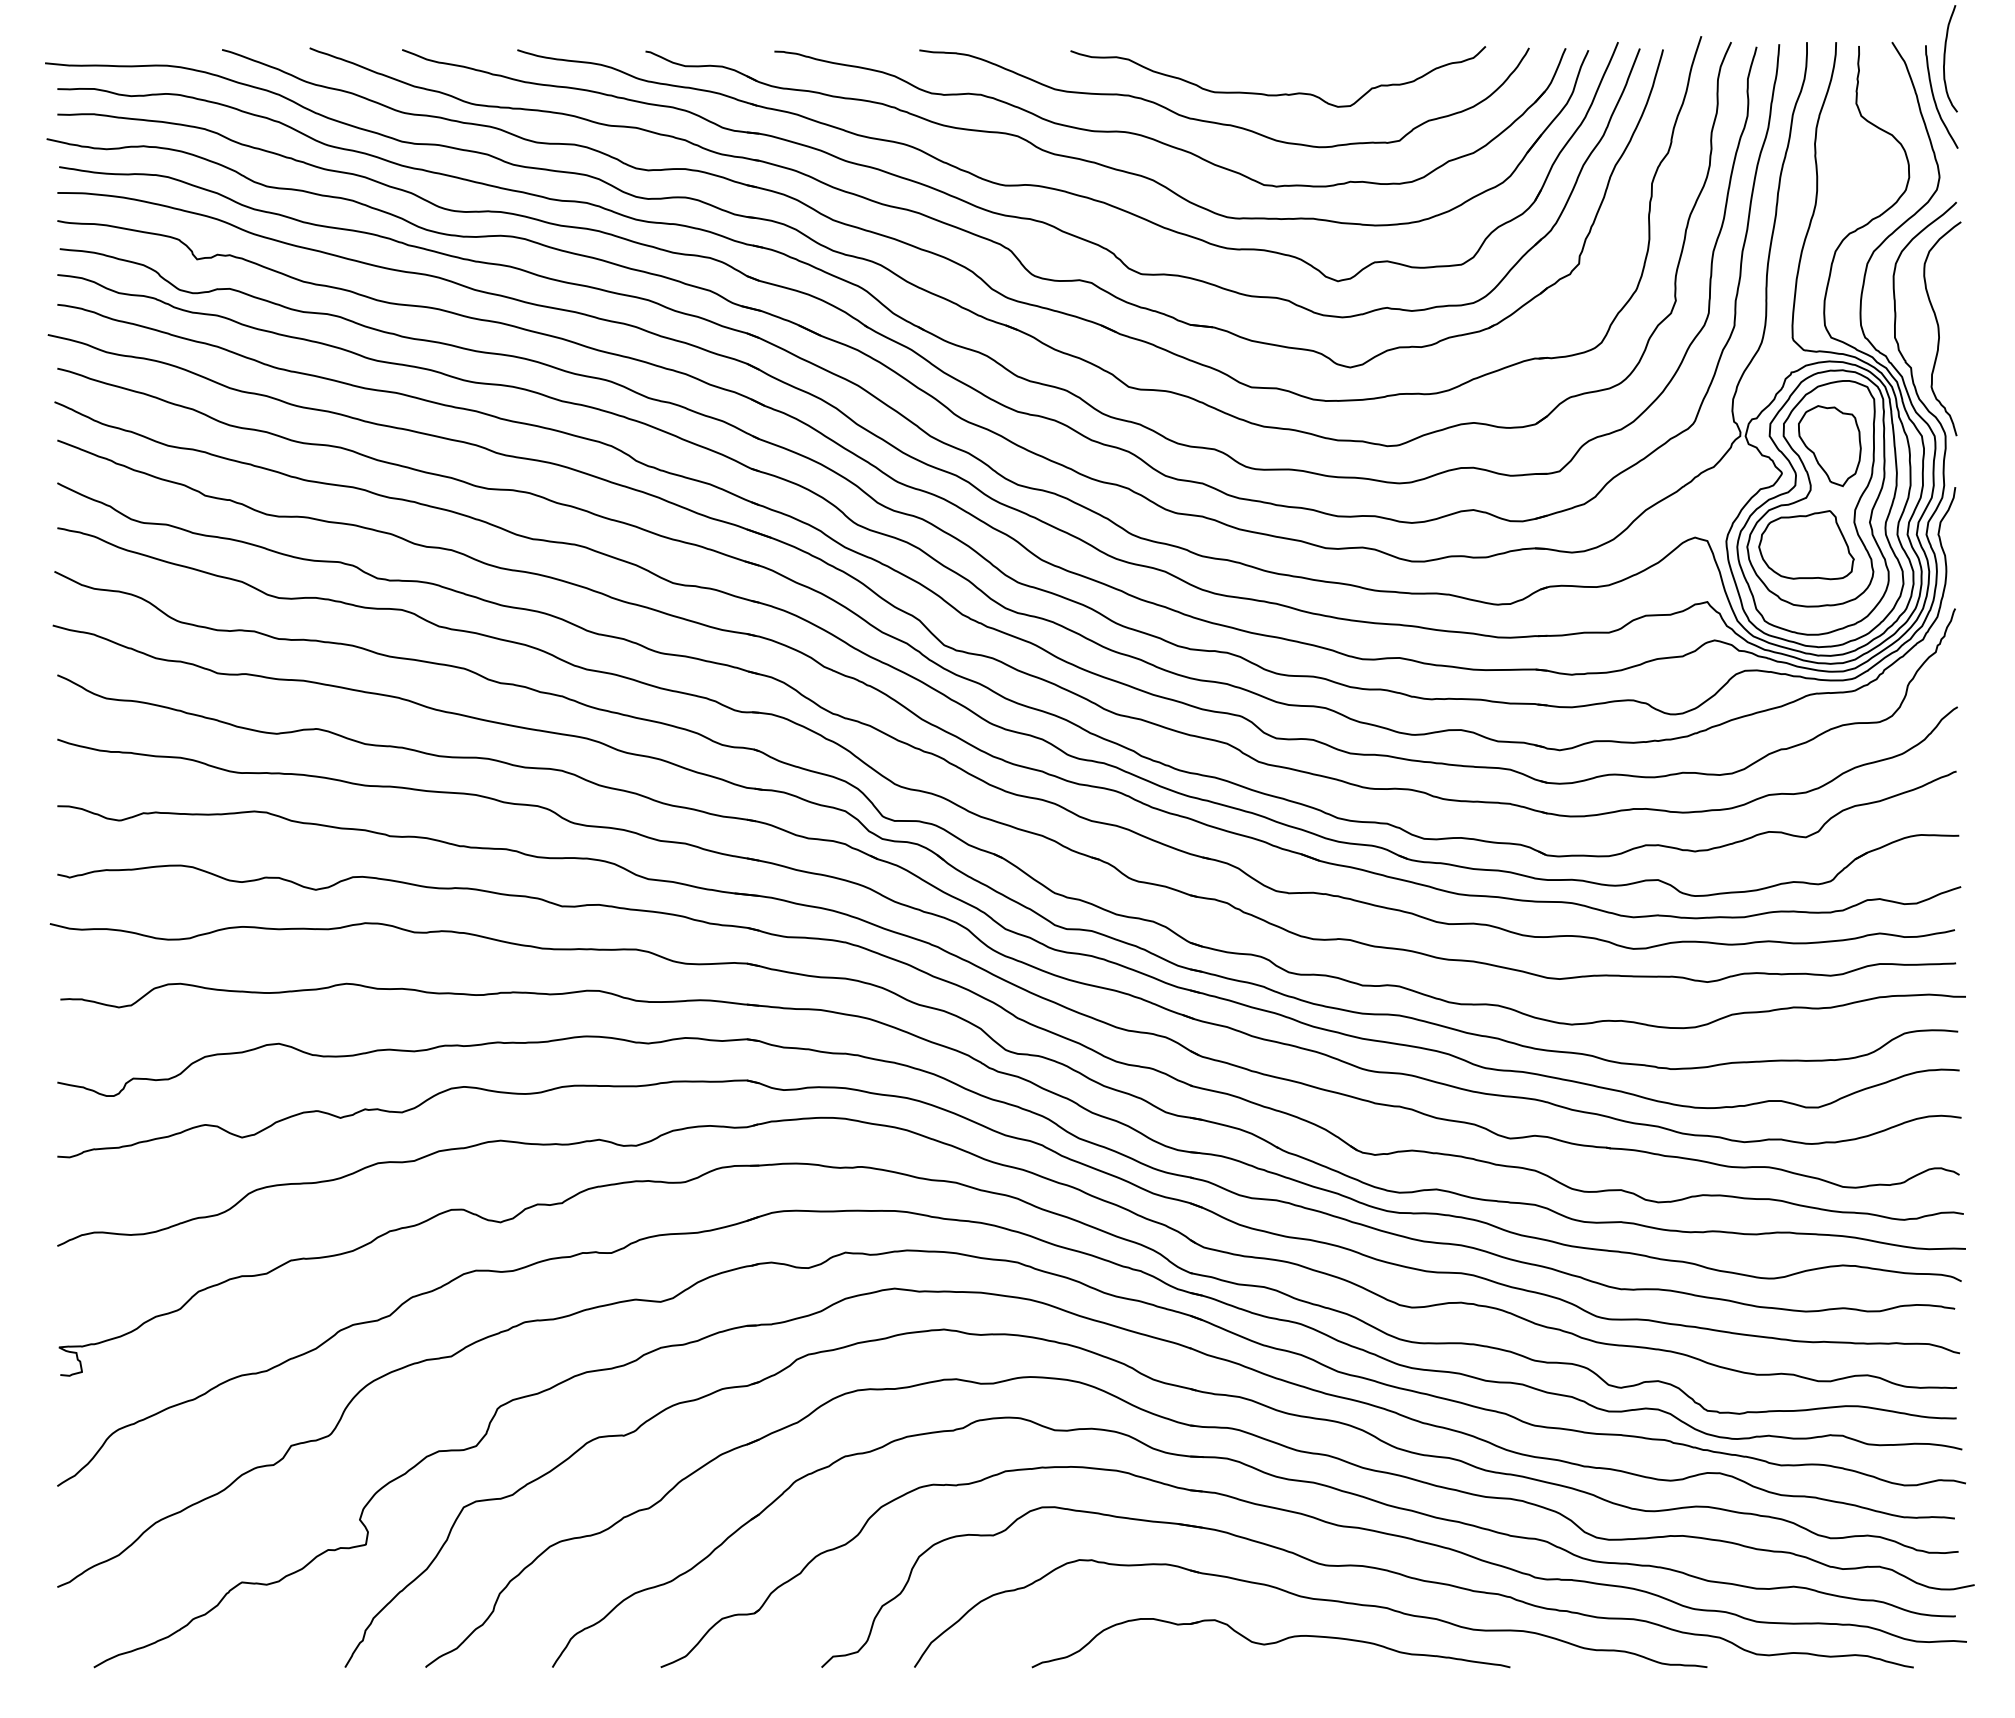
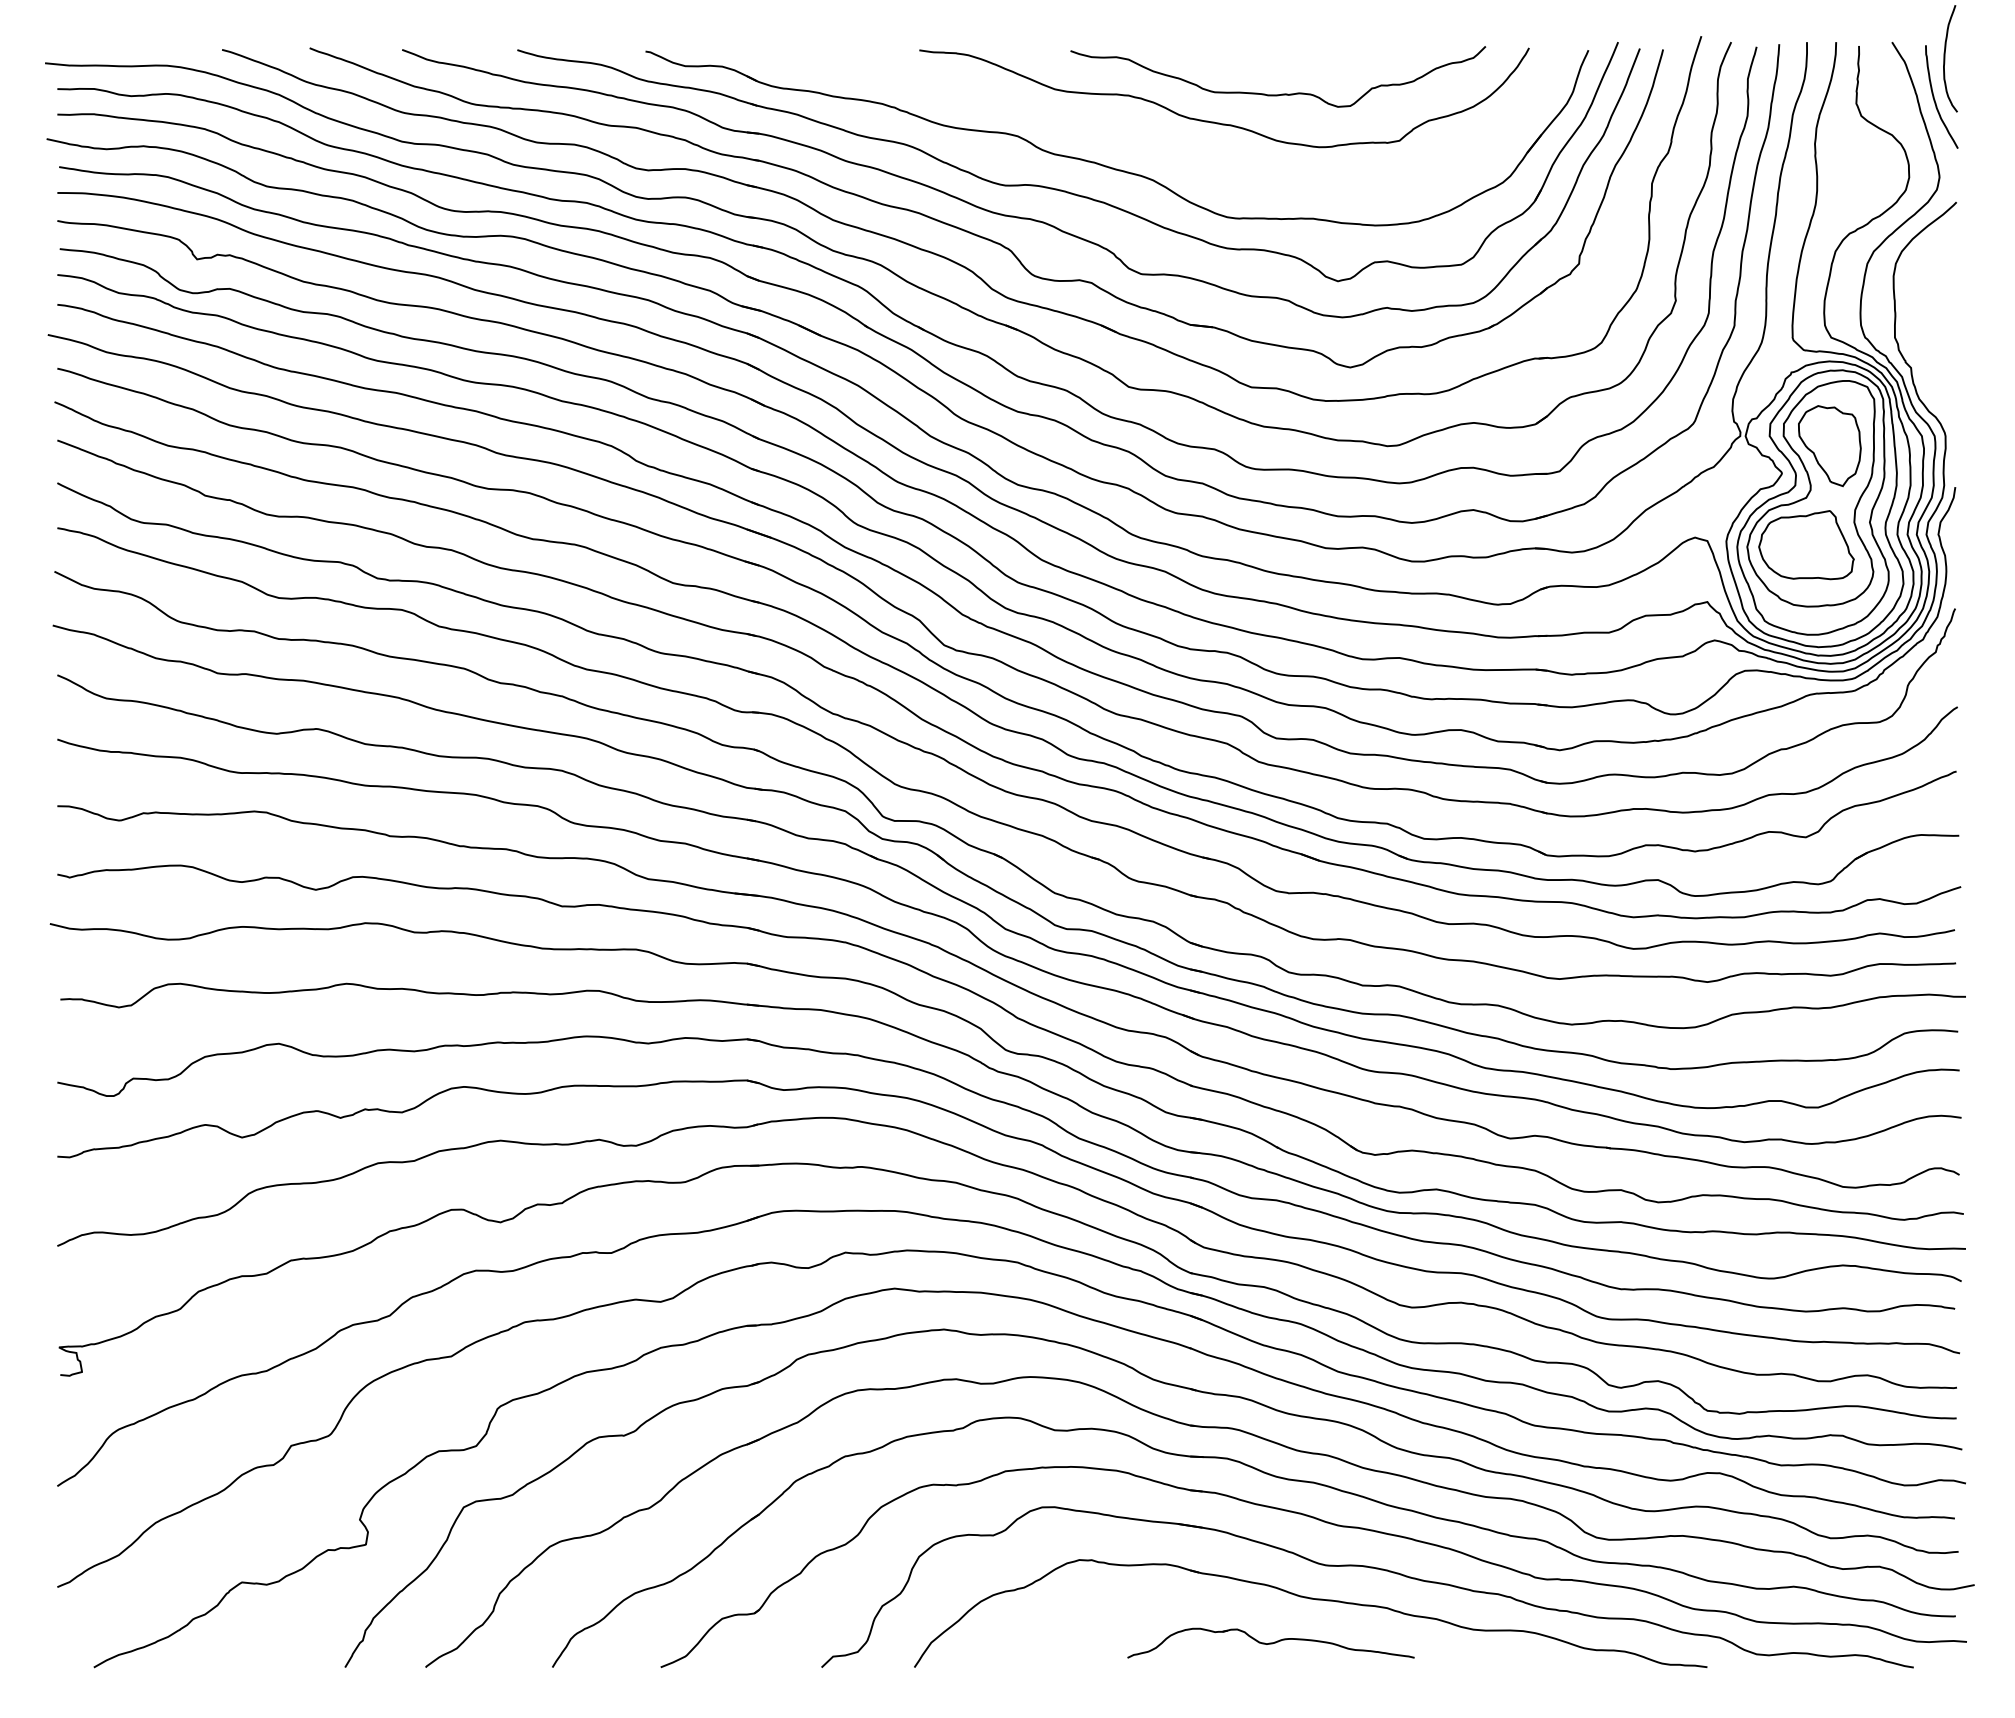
part at (1159, 140): present -> none
curve at (1939, 328): present -> none
part at (1270, 1643) size: 480x51 px -> 288x32 px
